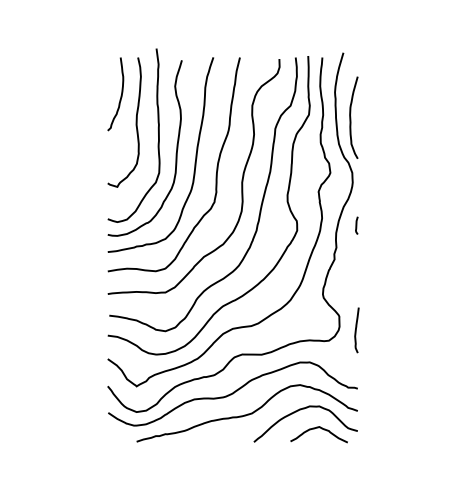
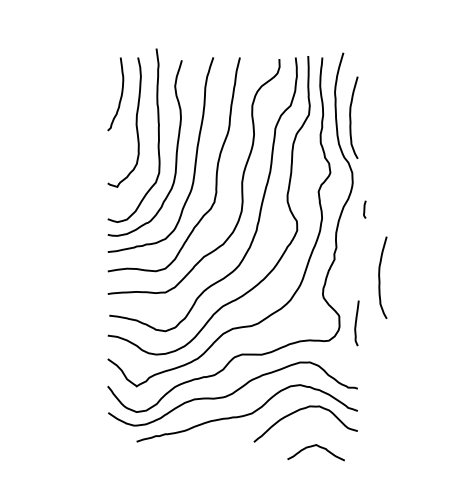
line at (356, 225) position: (356, 225) -> (364, 209)
curve at (380, 277): none -> present
curve at (356, 330) position: (356, 330) -> (356, 323)
curve at (321, 429) position: (321, 429) -> (318, 447)
